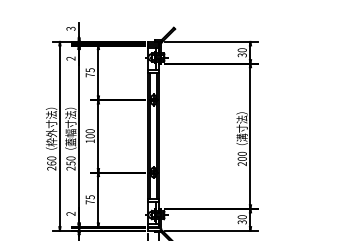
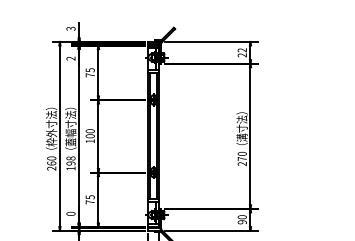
text at (242, 52): 30 -> 22
text at (241, 158): 200 -> 270
text at (70, 163): 250 -> 198
text at (70, 213): 2 -> 0
text at (242, 222): 30 -> 90
